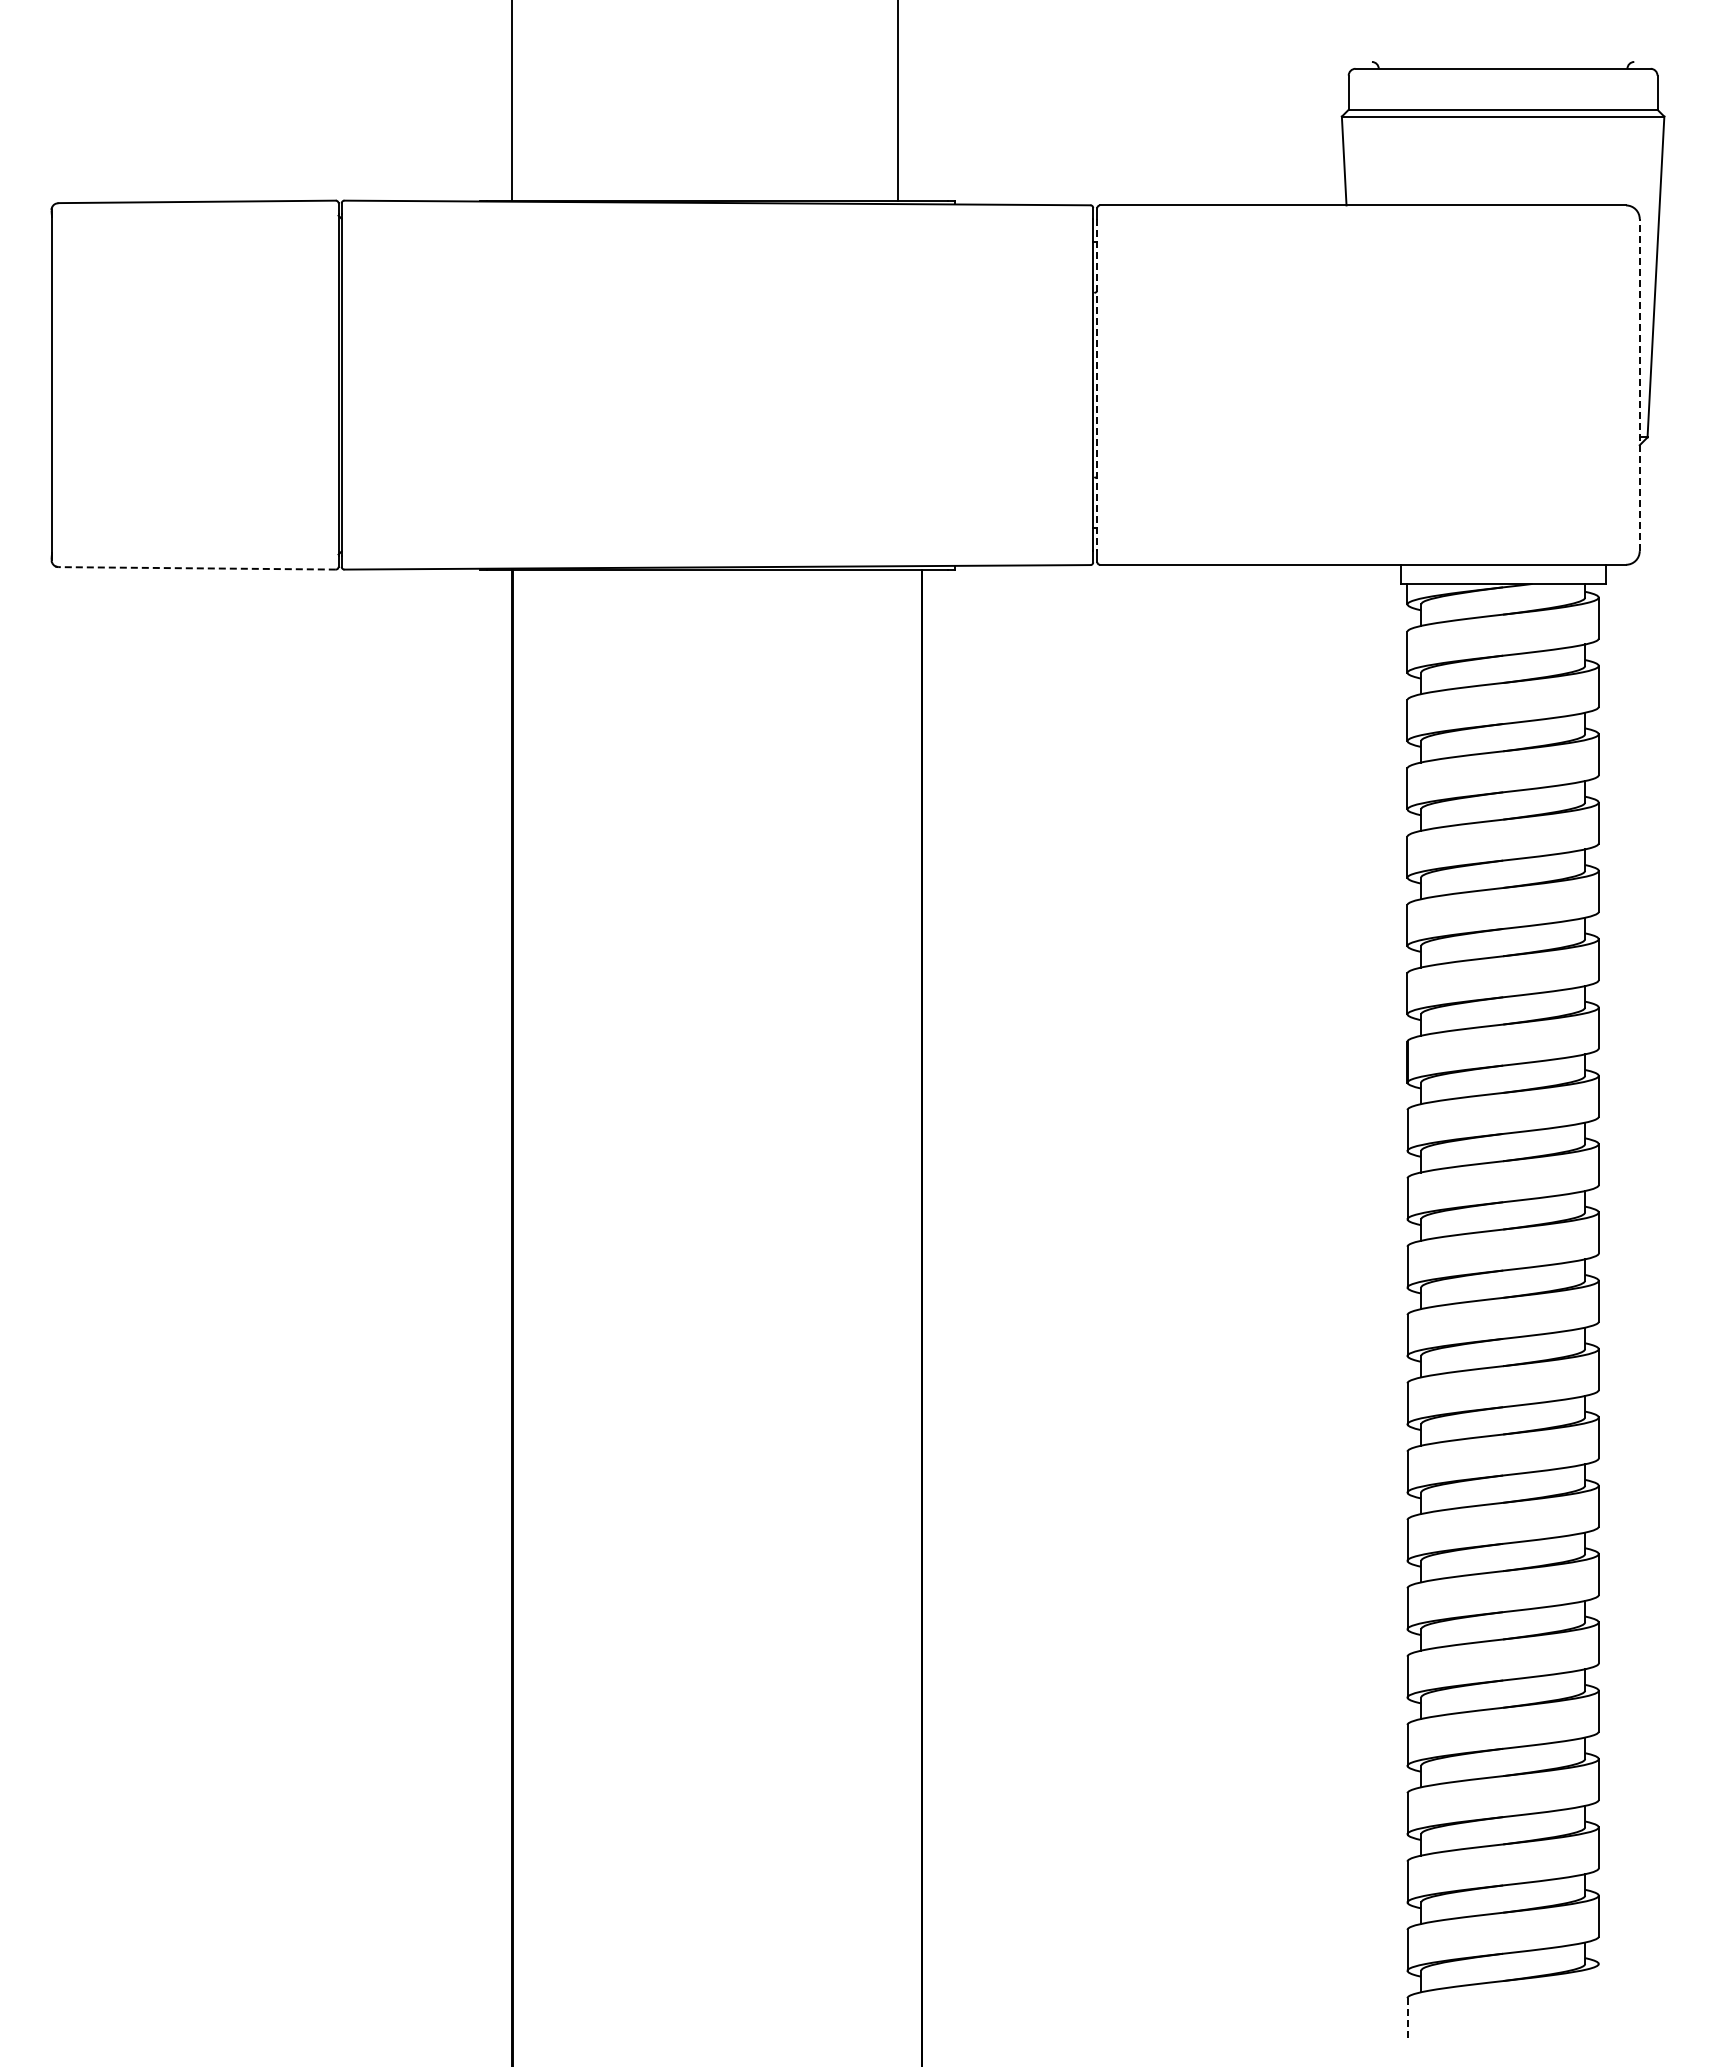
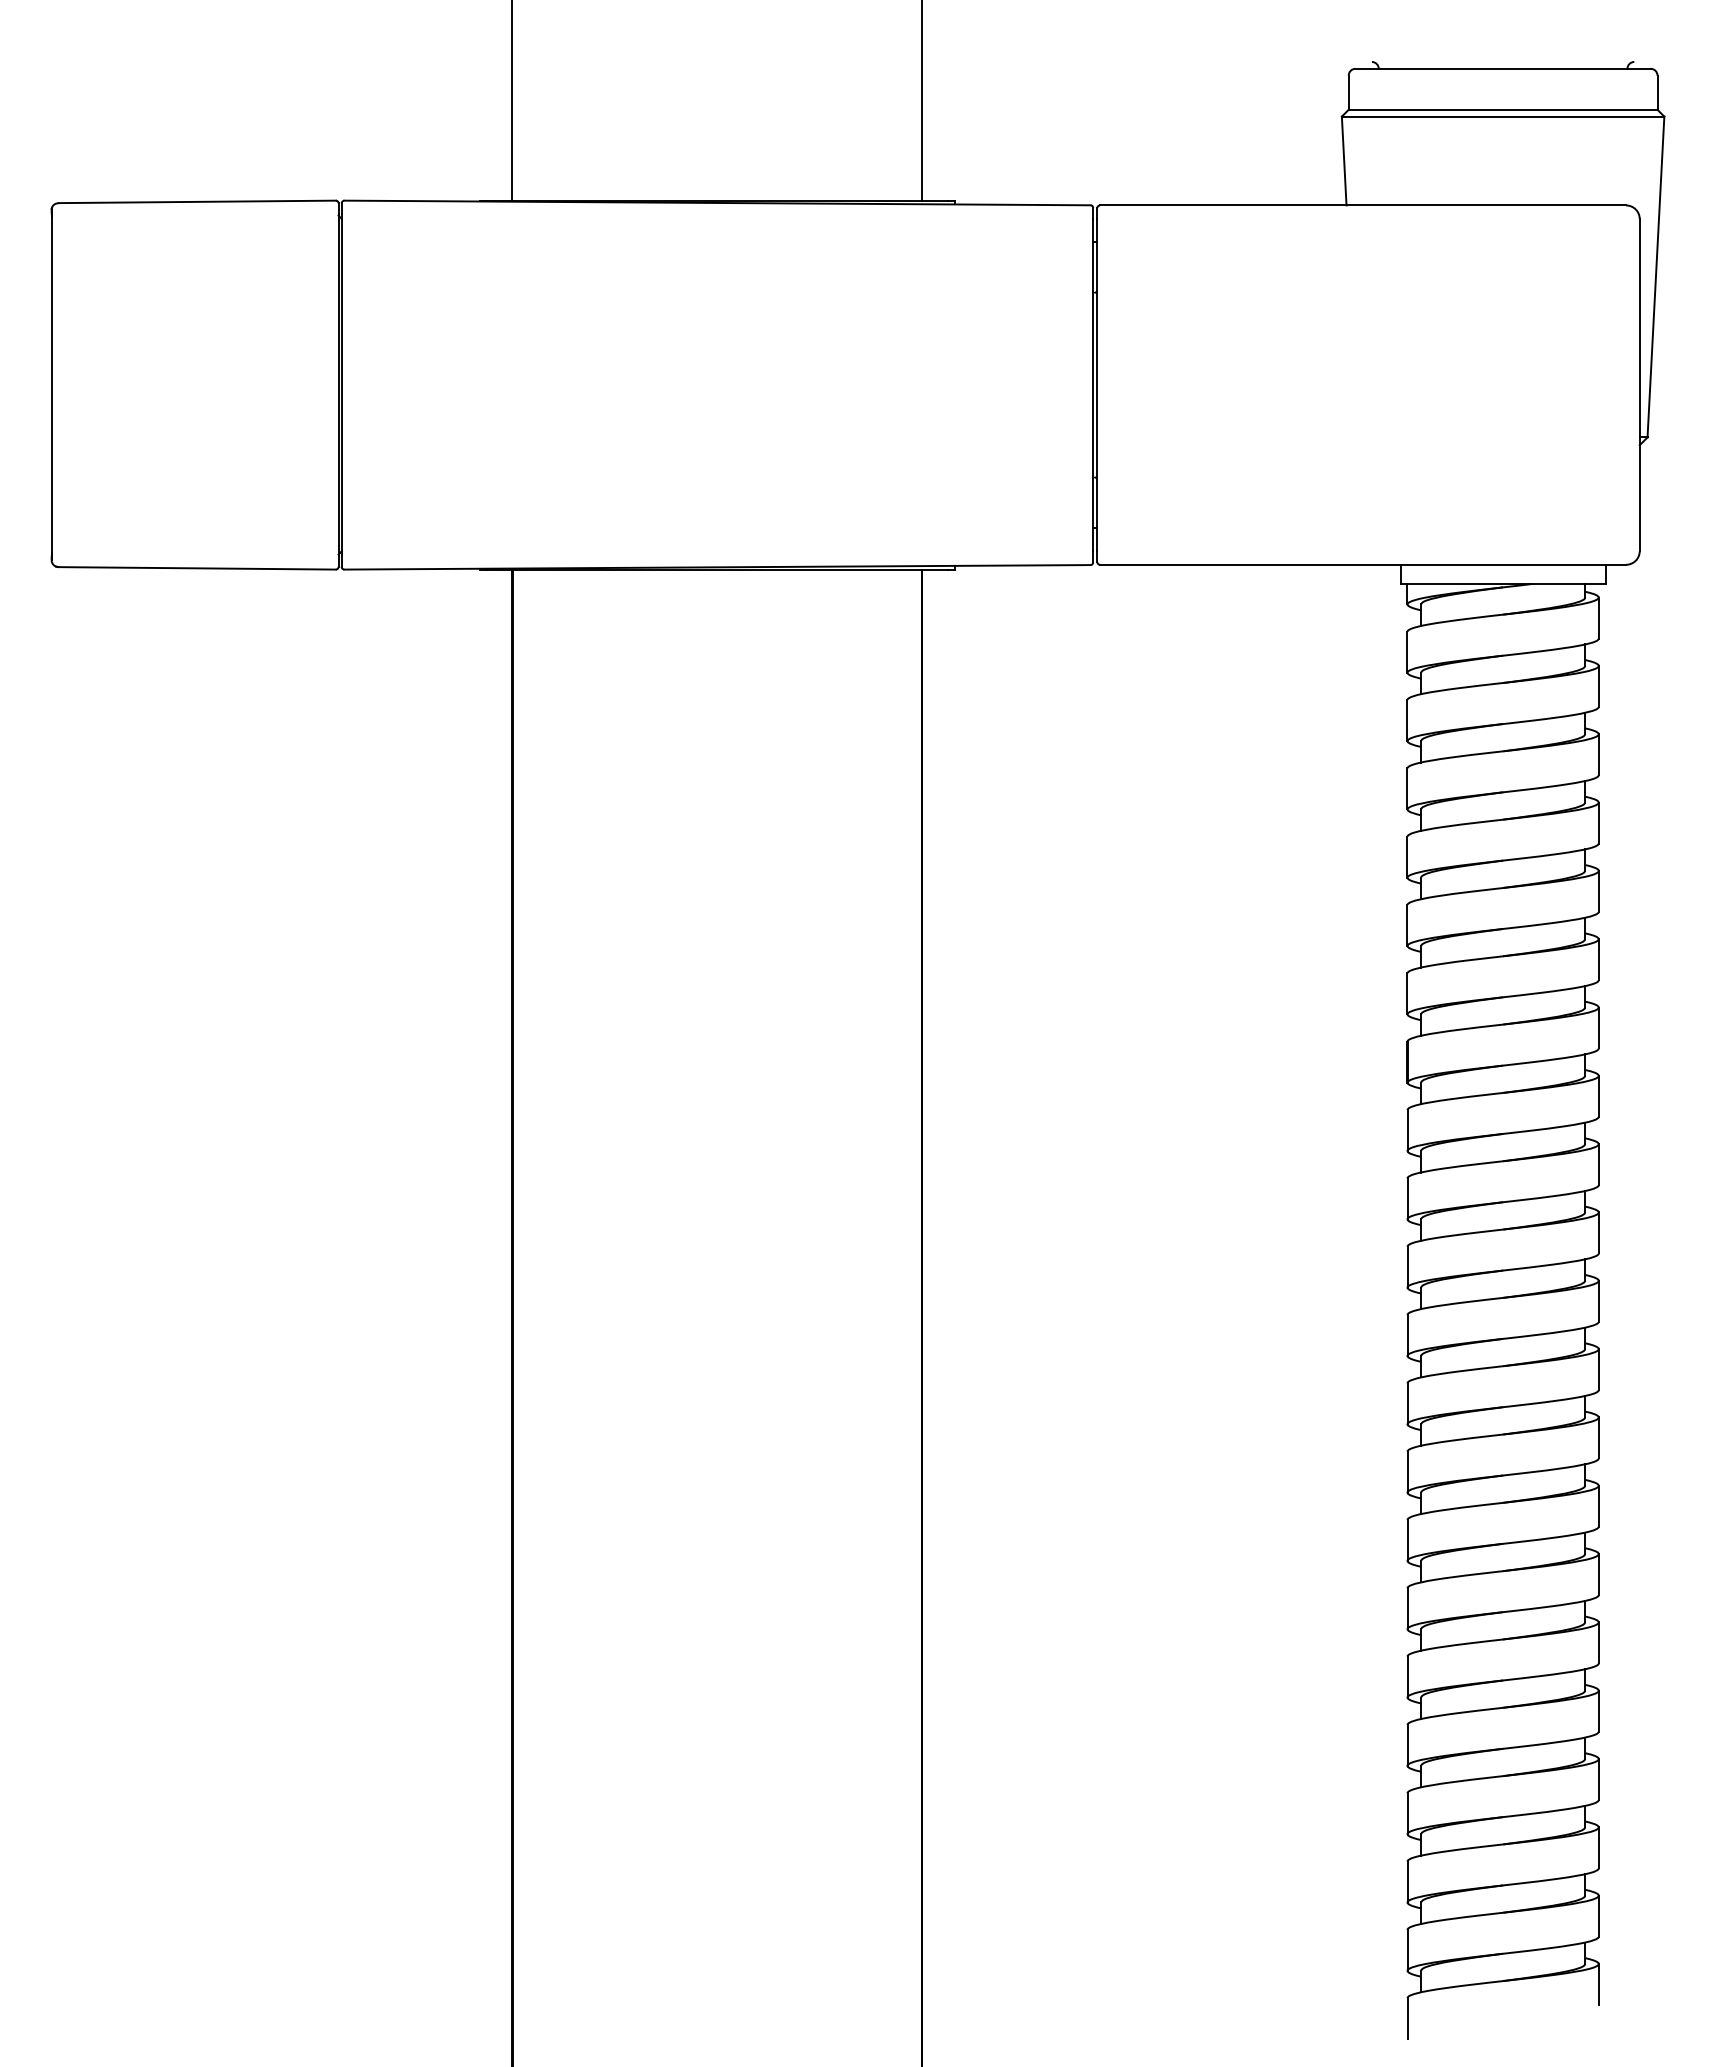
line at (898, 101) position: (898, 101) -> (922, 101)
line at (1639, 384): dashed -> solid
line at (1097, 385): dashed -> solid
line at (197, 568): dashed -> solid
line at (1598, 1983): none -> present
line at (1407, 2019): dashed -> solid
